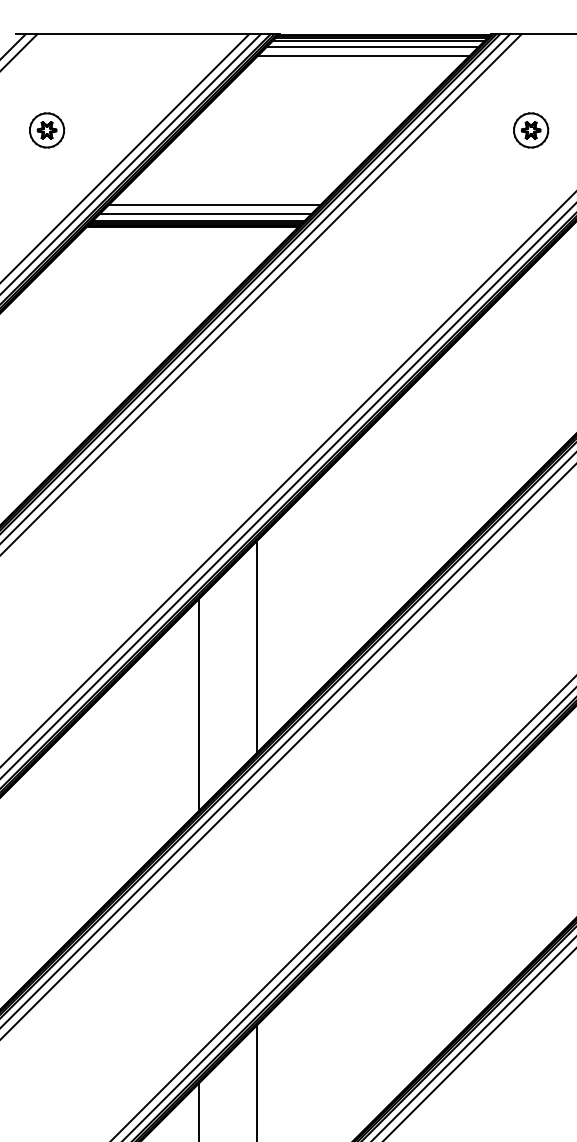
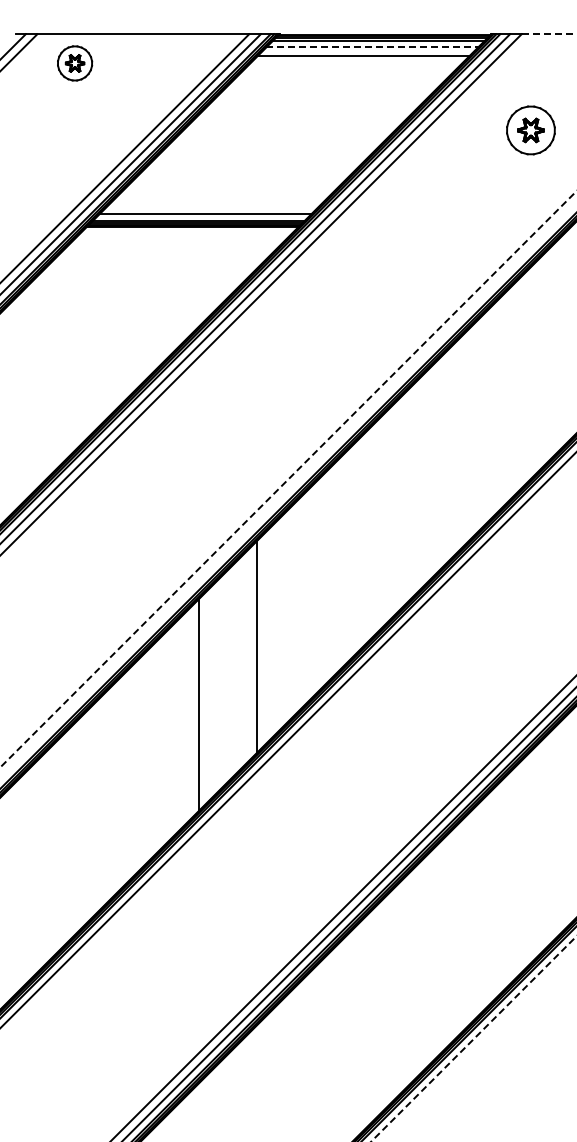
line at (549, 34): solid -> dashed
line at (372, 47): solid -> dashed
part at (47, 130) position: (47, 130) -> (75, 63)
part at (531, 130) size: 37x37 px -> 50x51 px
line at (214, 205): present -> none
line at (288, 478): solid -> dashed
line at (287, 490): present -> none
line at (287, 751): present -> none
line at (473, 1039): solid -> dashed
line at (479, 1044): present -> none
line at (256, 1081): present -> none
line at (198, 1110): present -> none
